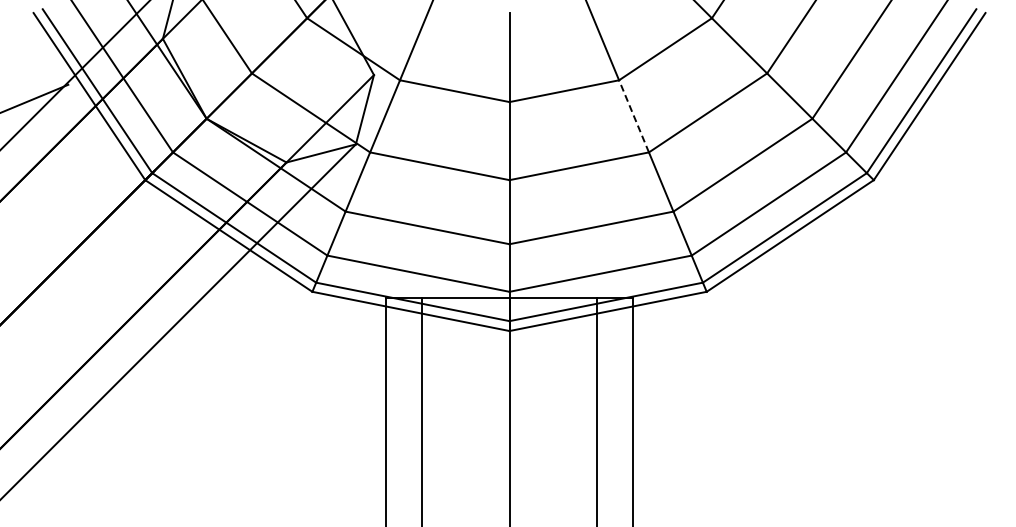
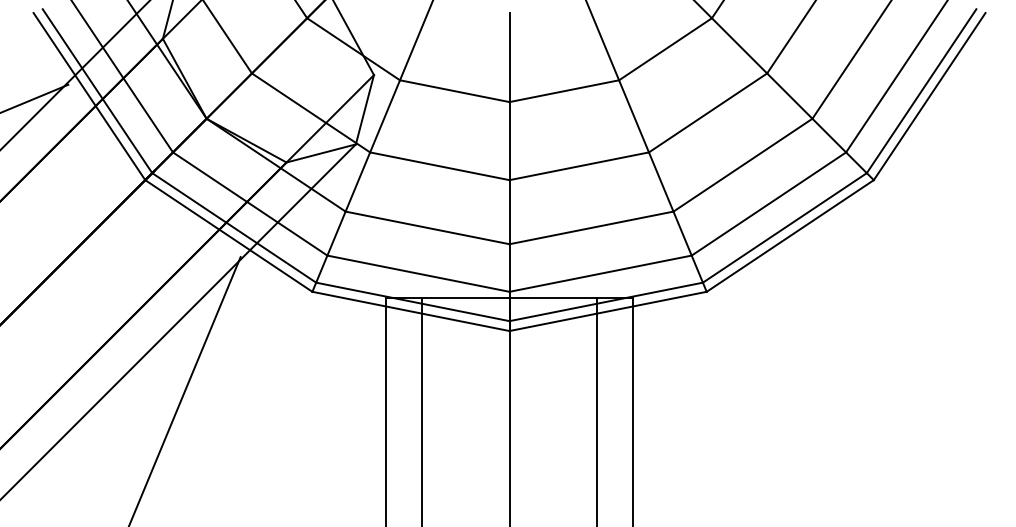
line at (633, 115): dashed -> solid
line at (185, 390): none -> present
